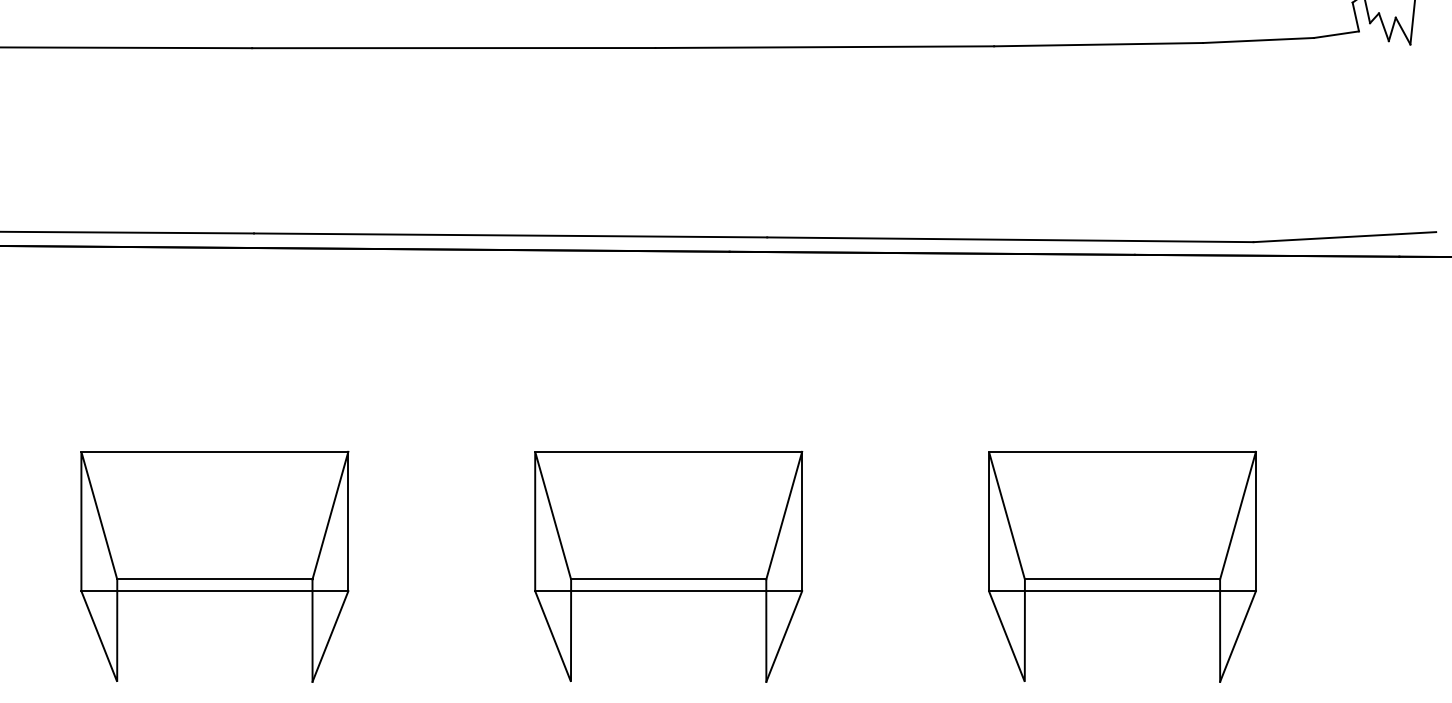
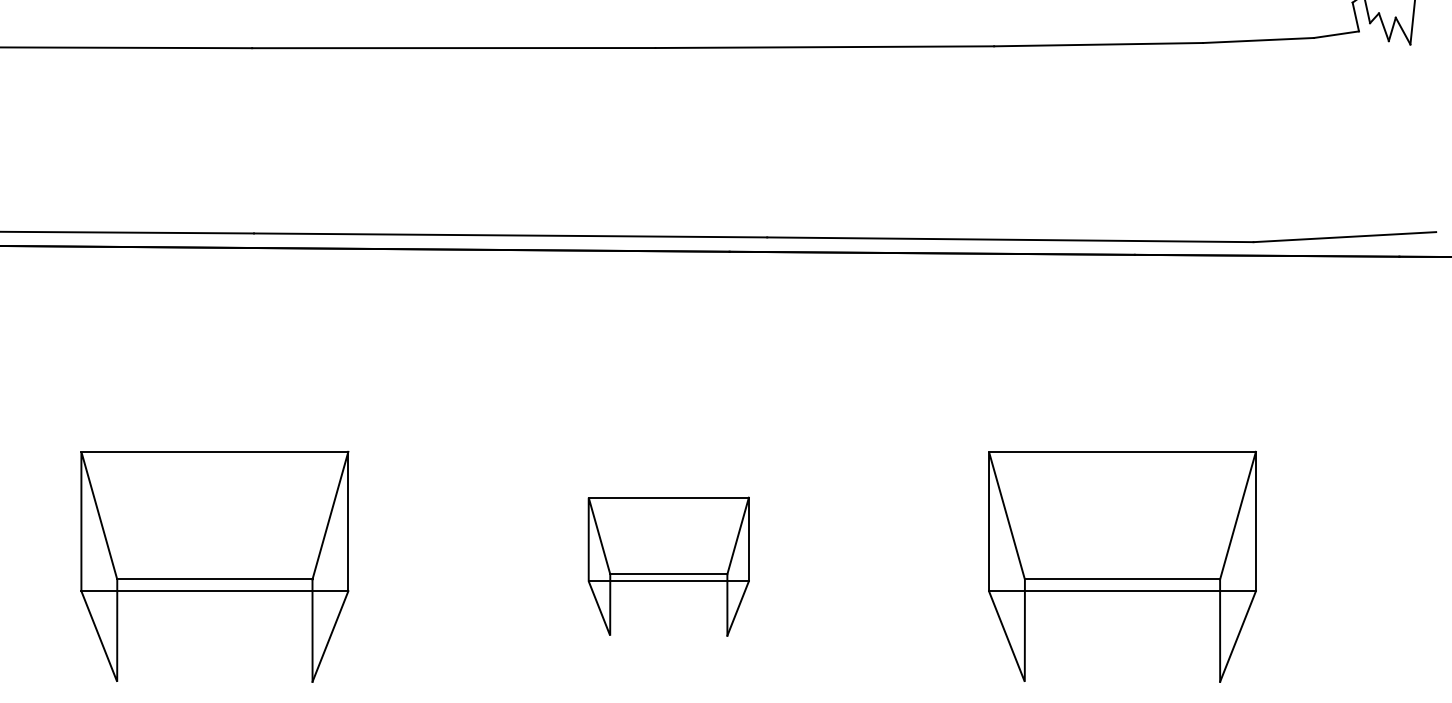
part at (668, 566) size: 270x233 px -> 163x141 px
